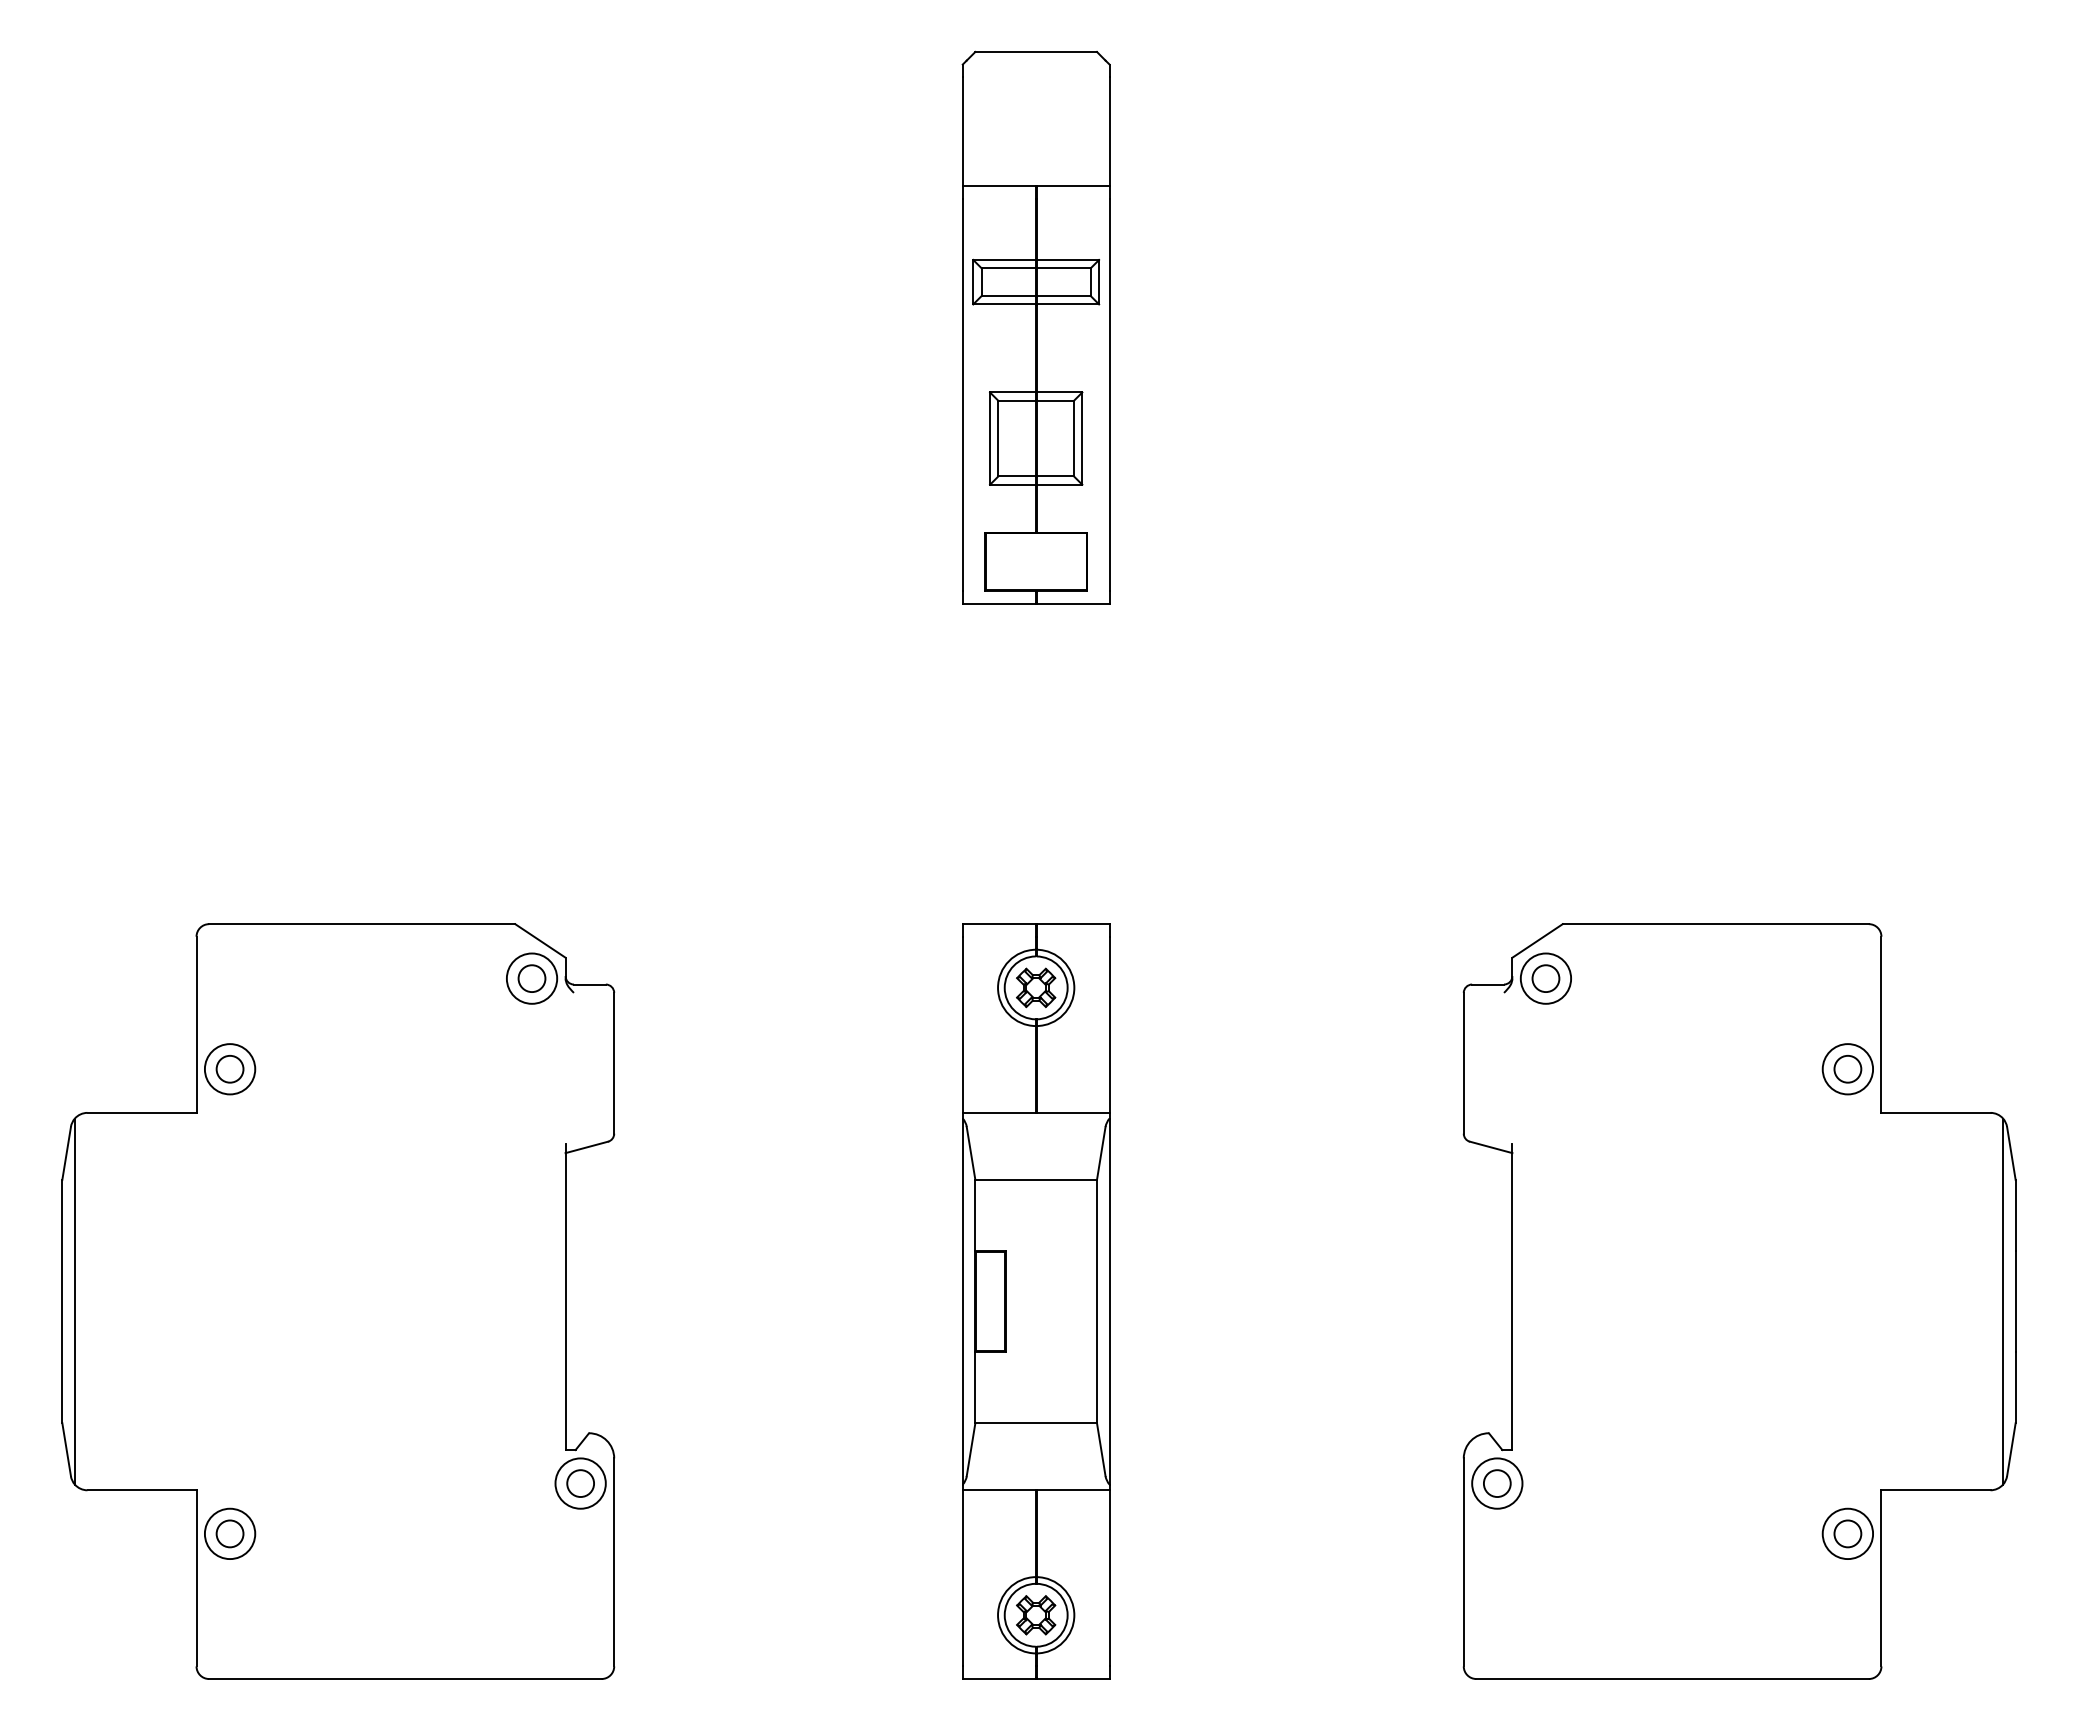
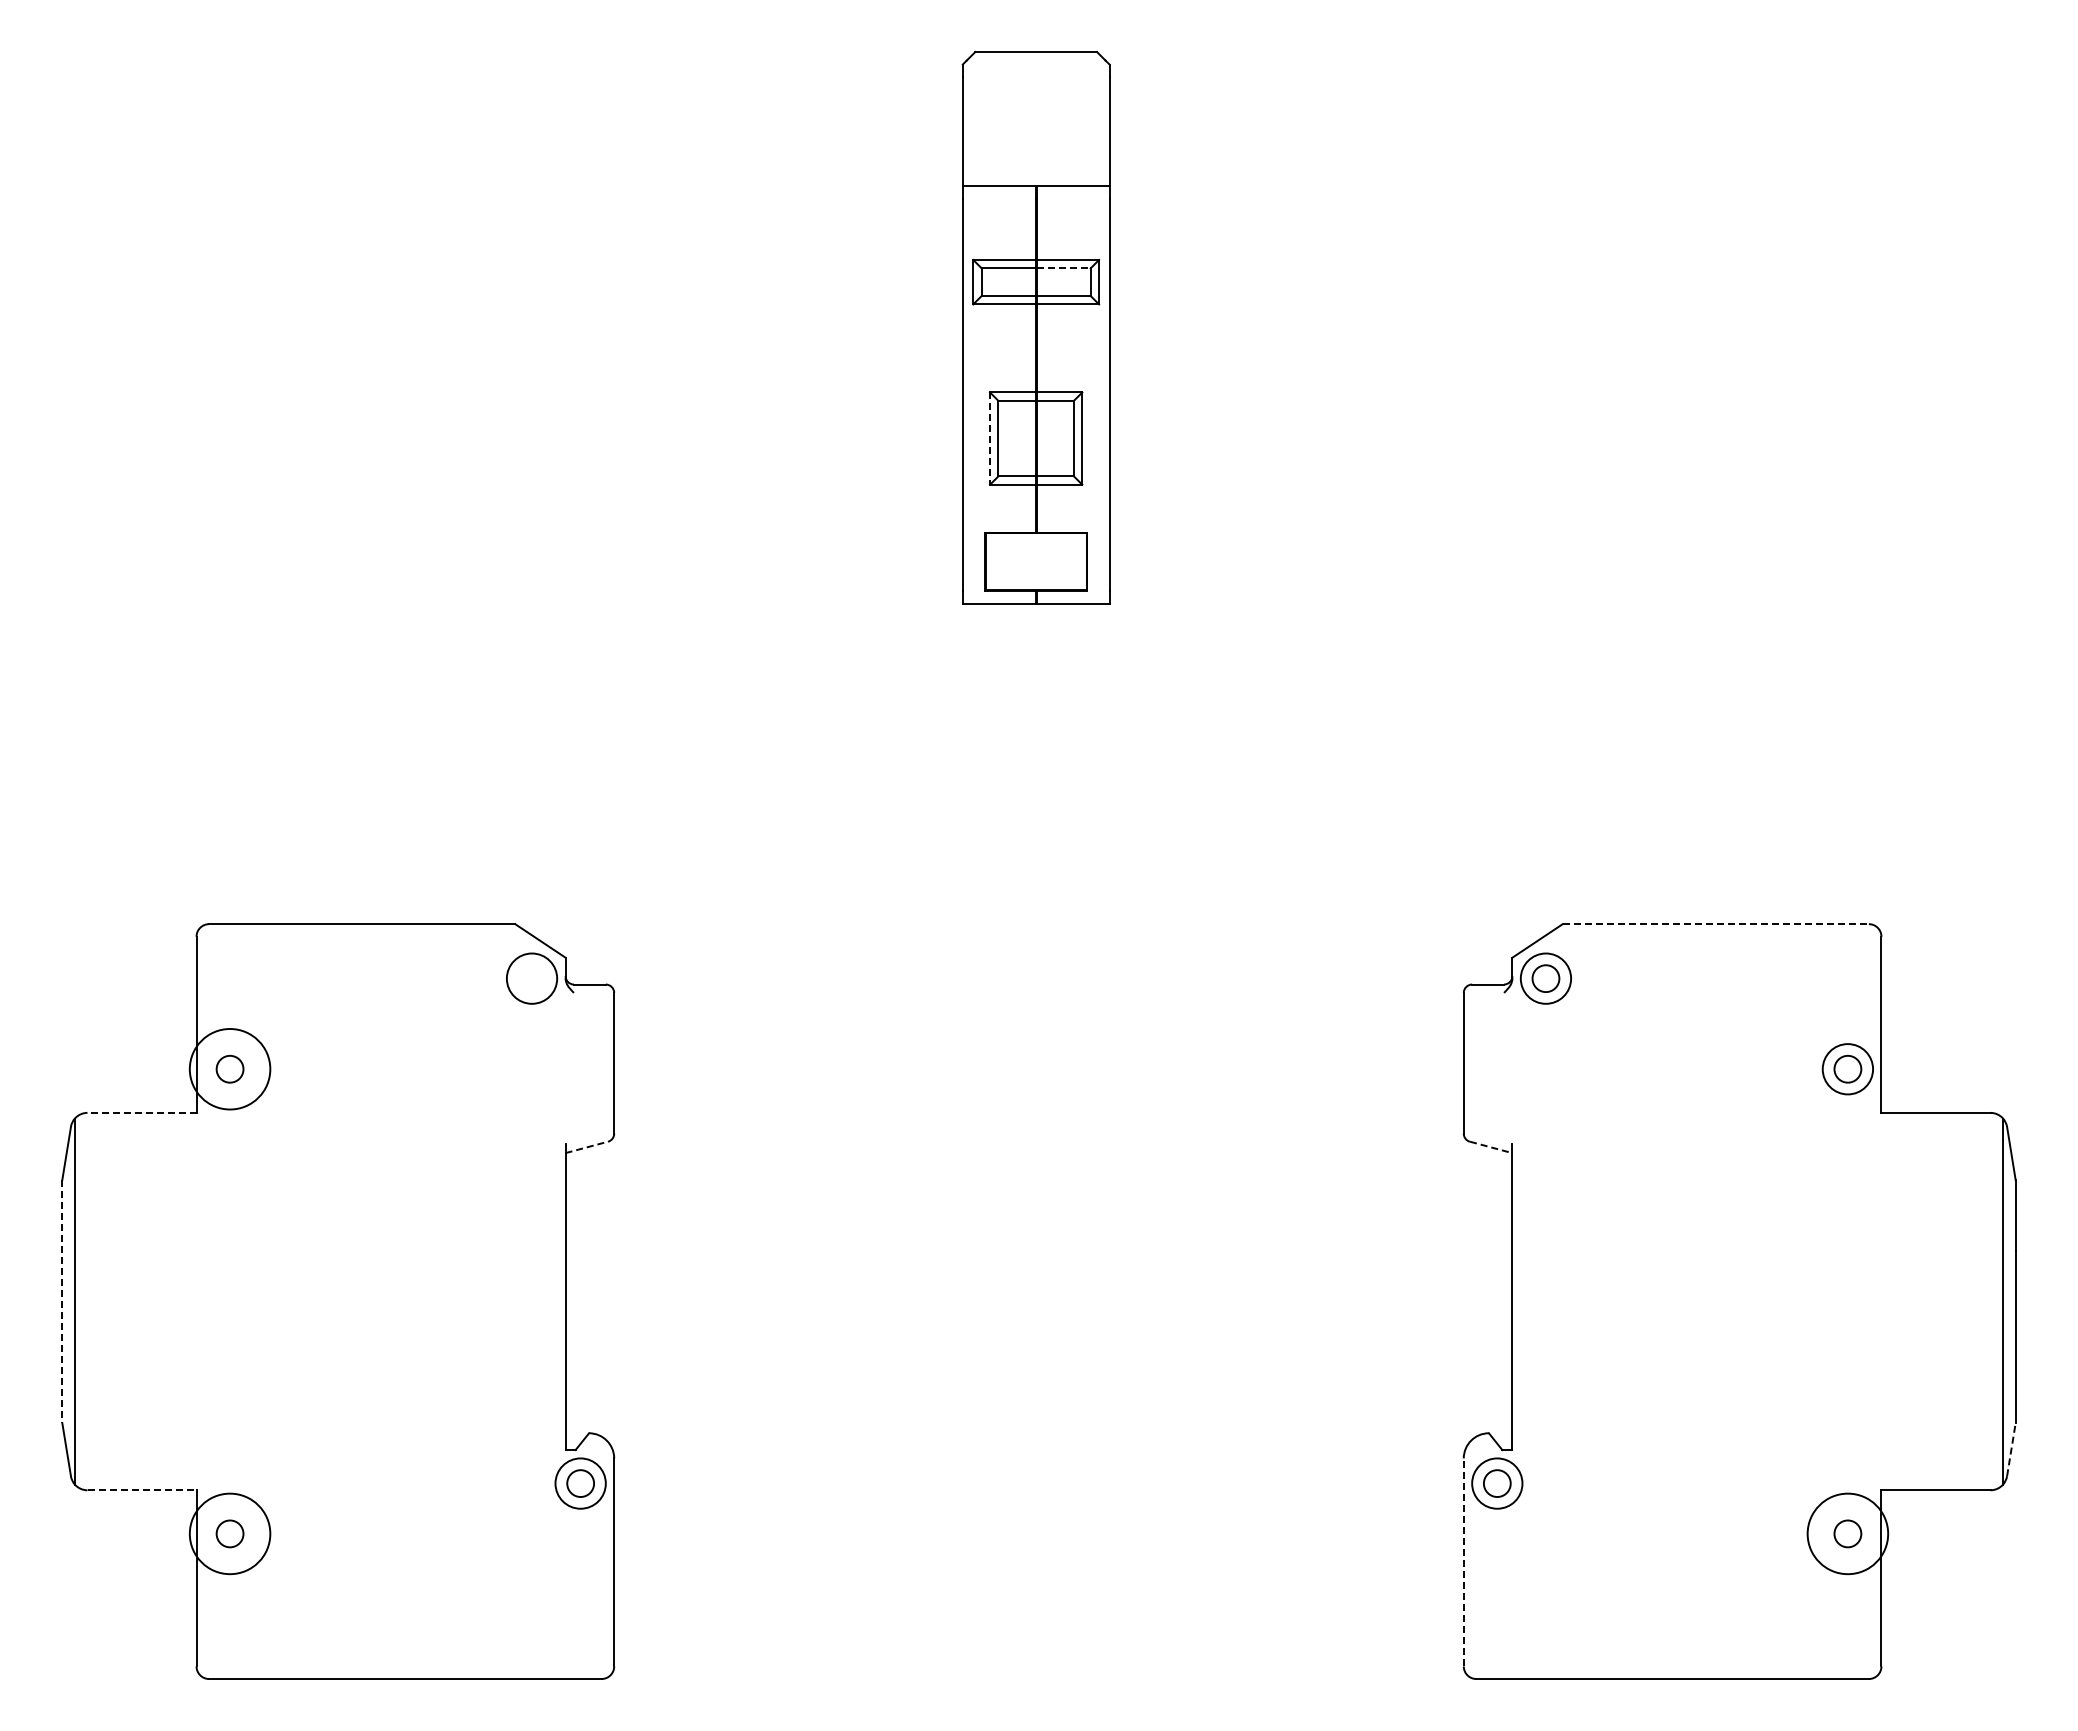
line at (1064, 268): solid -> dashed
line at (990, 439): solid -> dashed
line at (1716, 924): solid -> dashed
circle at (531, 978): present -> none
circle at (229, 1069) diameter: 50 px -> 81 px
line at (142, 1112): solid -> dashed
line at (586, 1147): solid -> dashed
line at (1491, 1147): solid -> dashed
line at (62, 1301): solid -> dashed
part at (1036, 1301): present -> none
line at (2011, 1449): solid -> dashed
line at (142, 1490): solid -> dashed
circle at (229, 1533) diameter: 50 px -> 81 px
circle at (1847, 1533) diameter: 50 px -> 81 px
line at (1463, 1561): solid -> dashed
